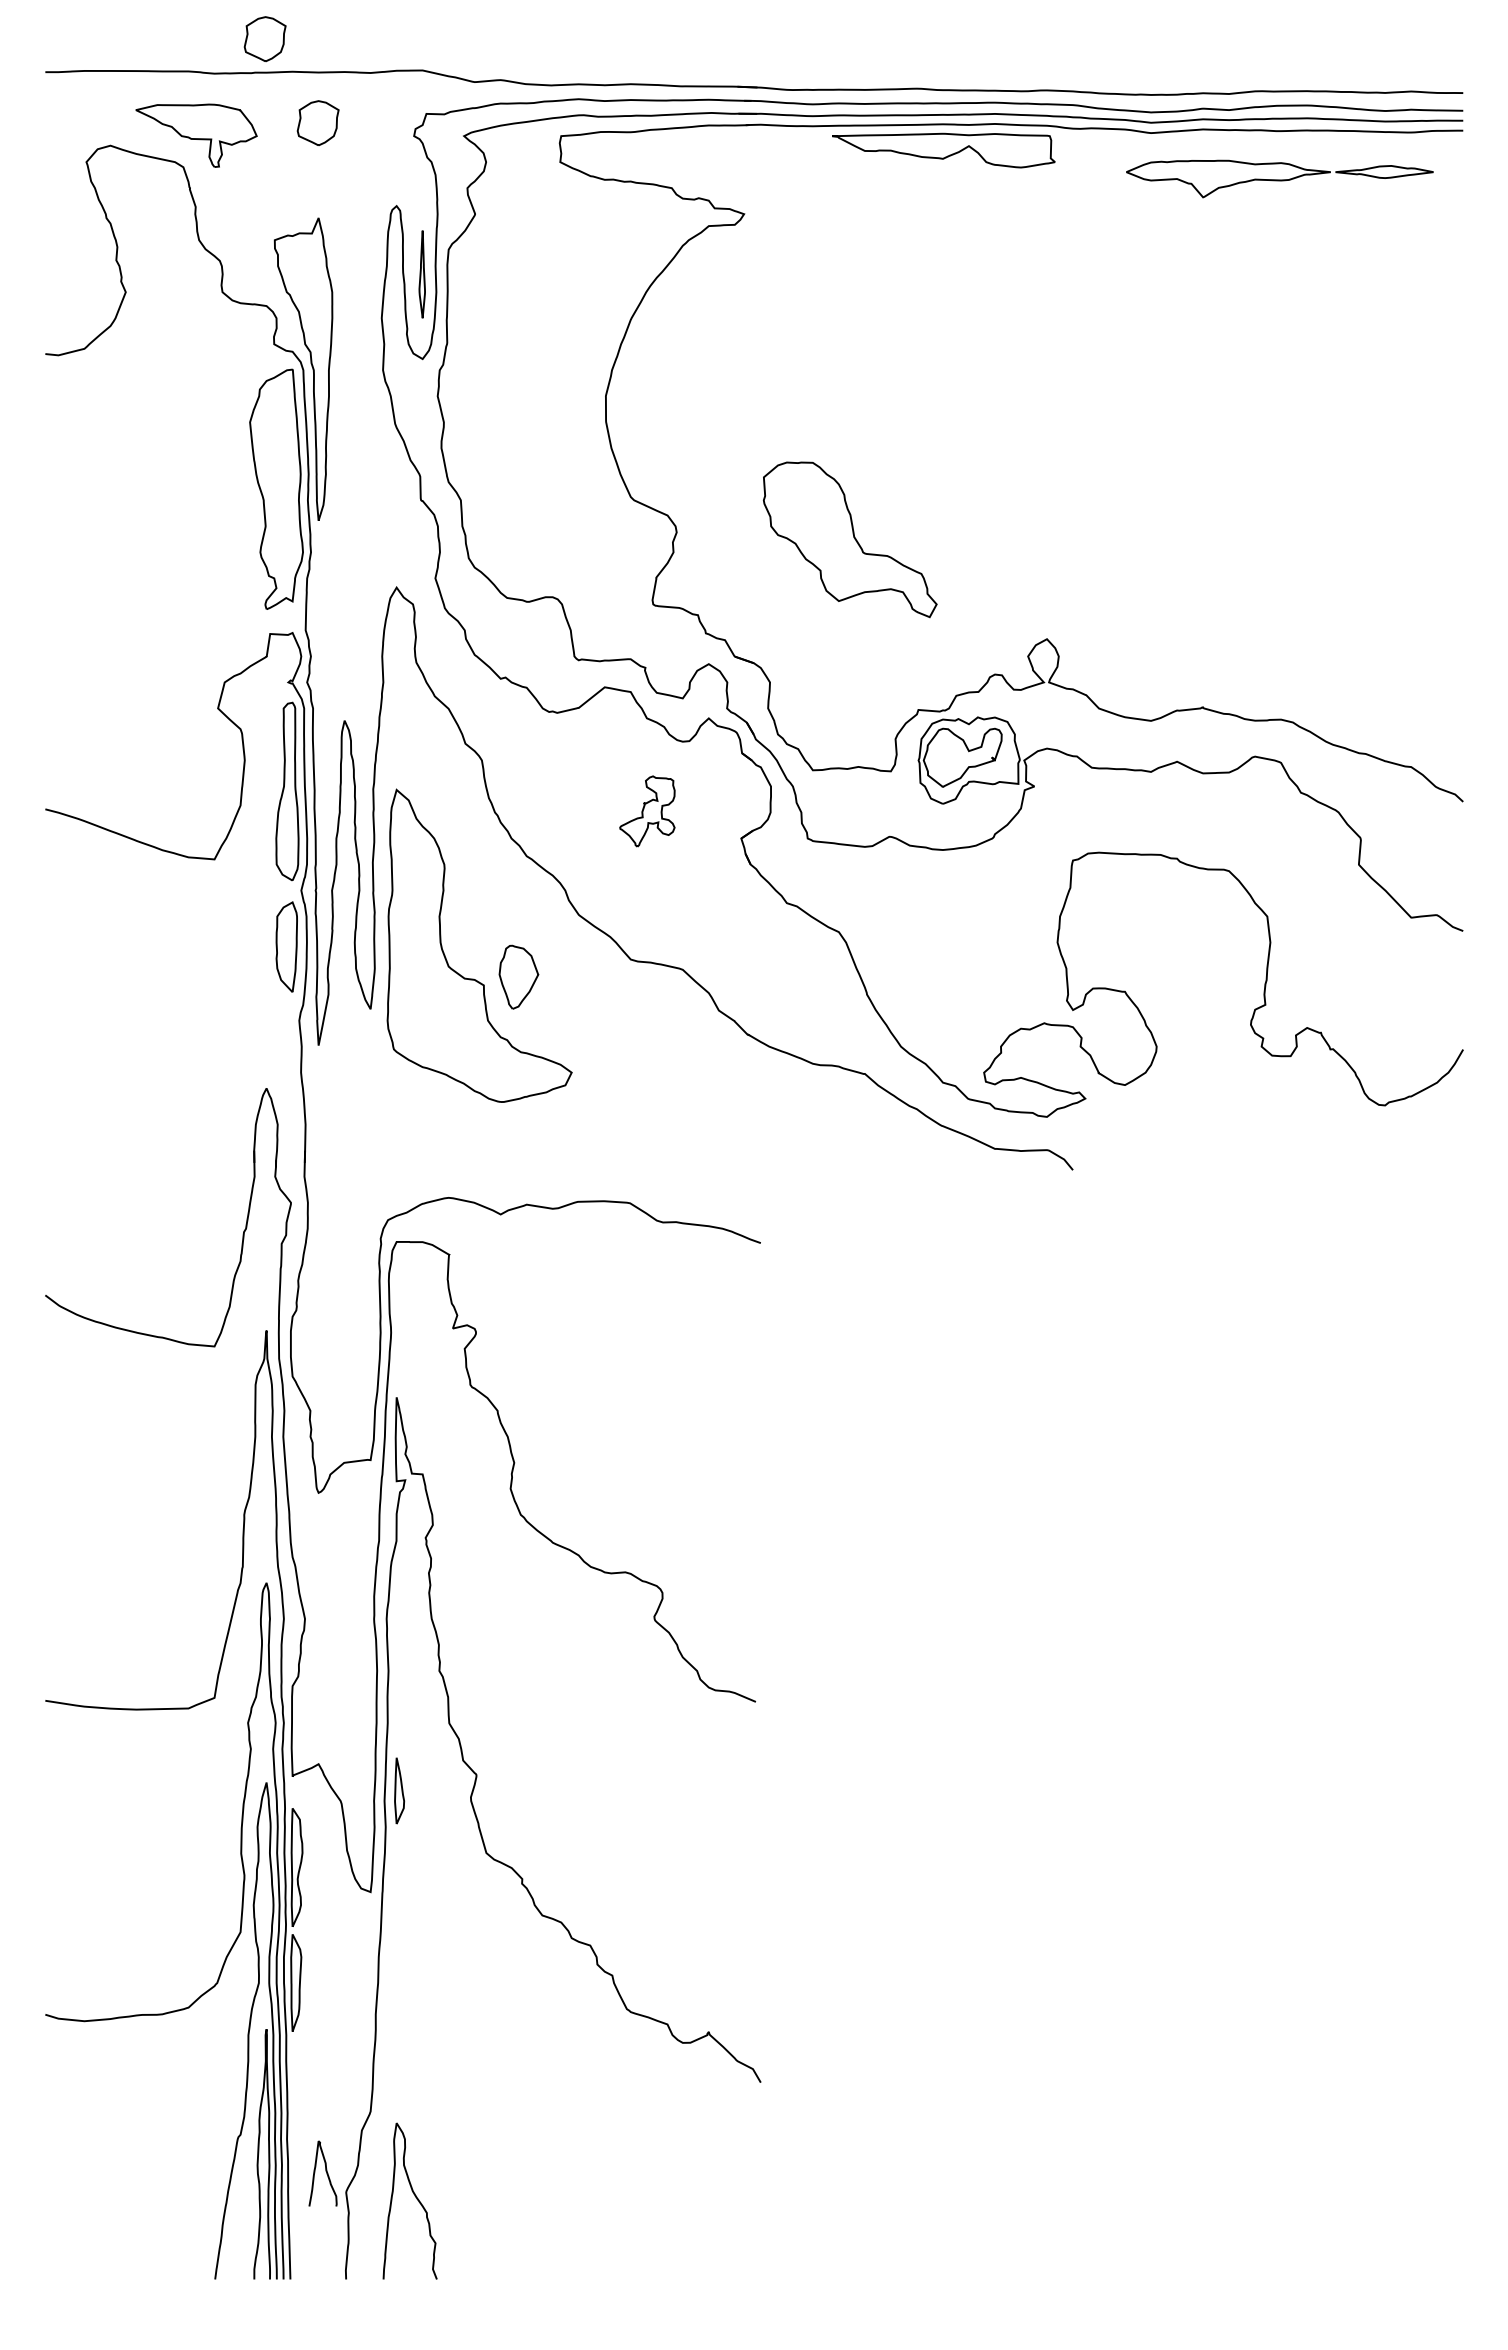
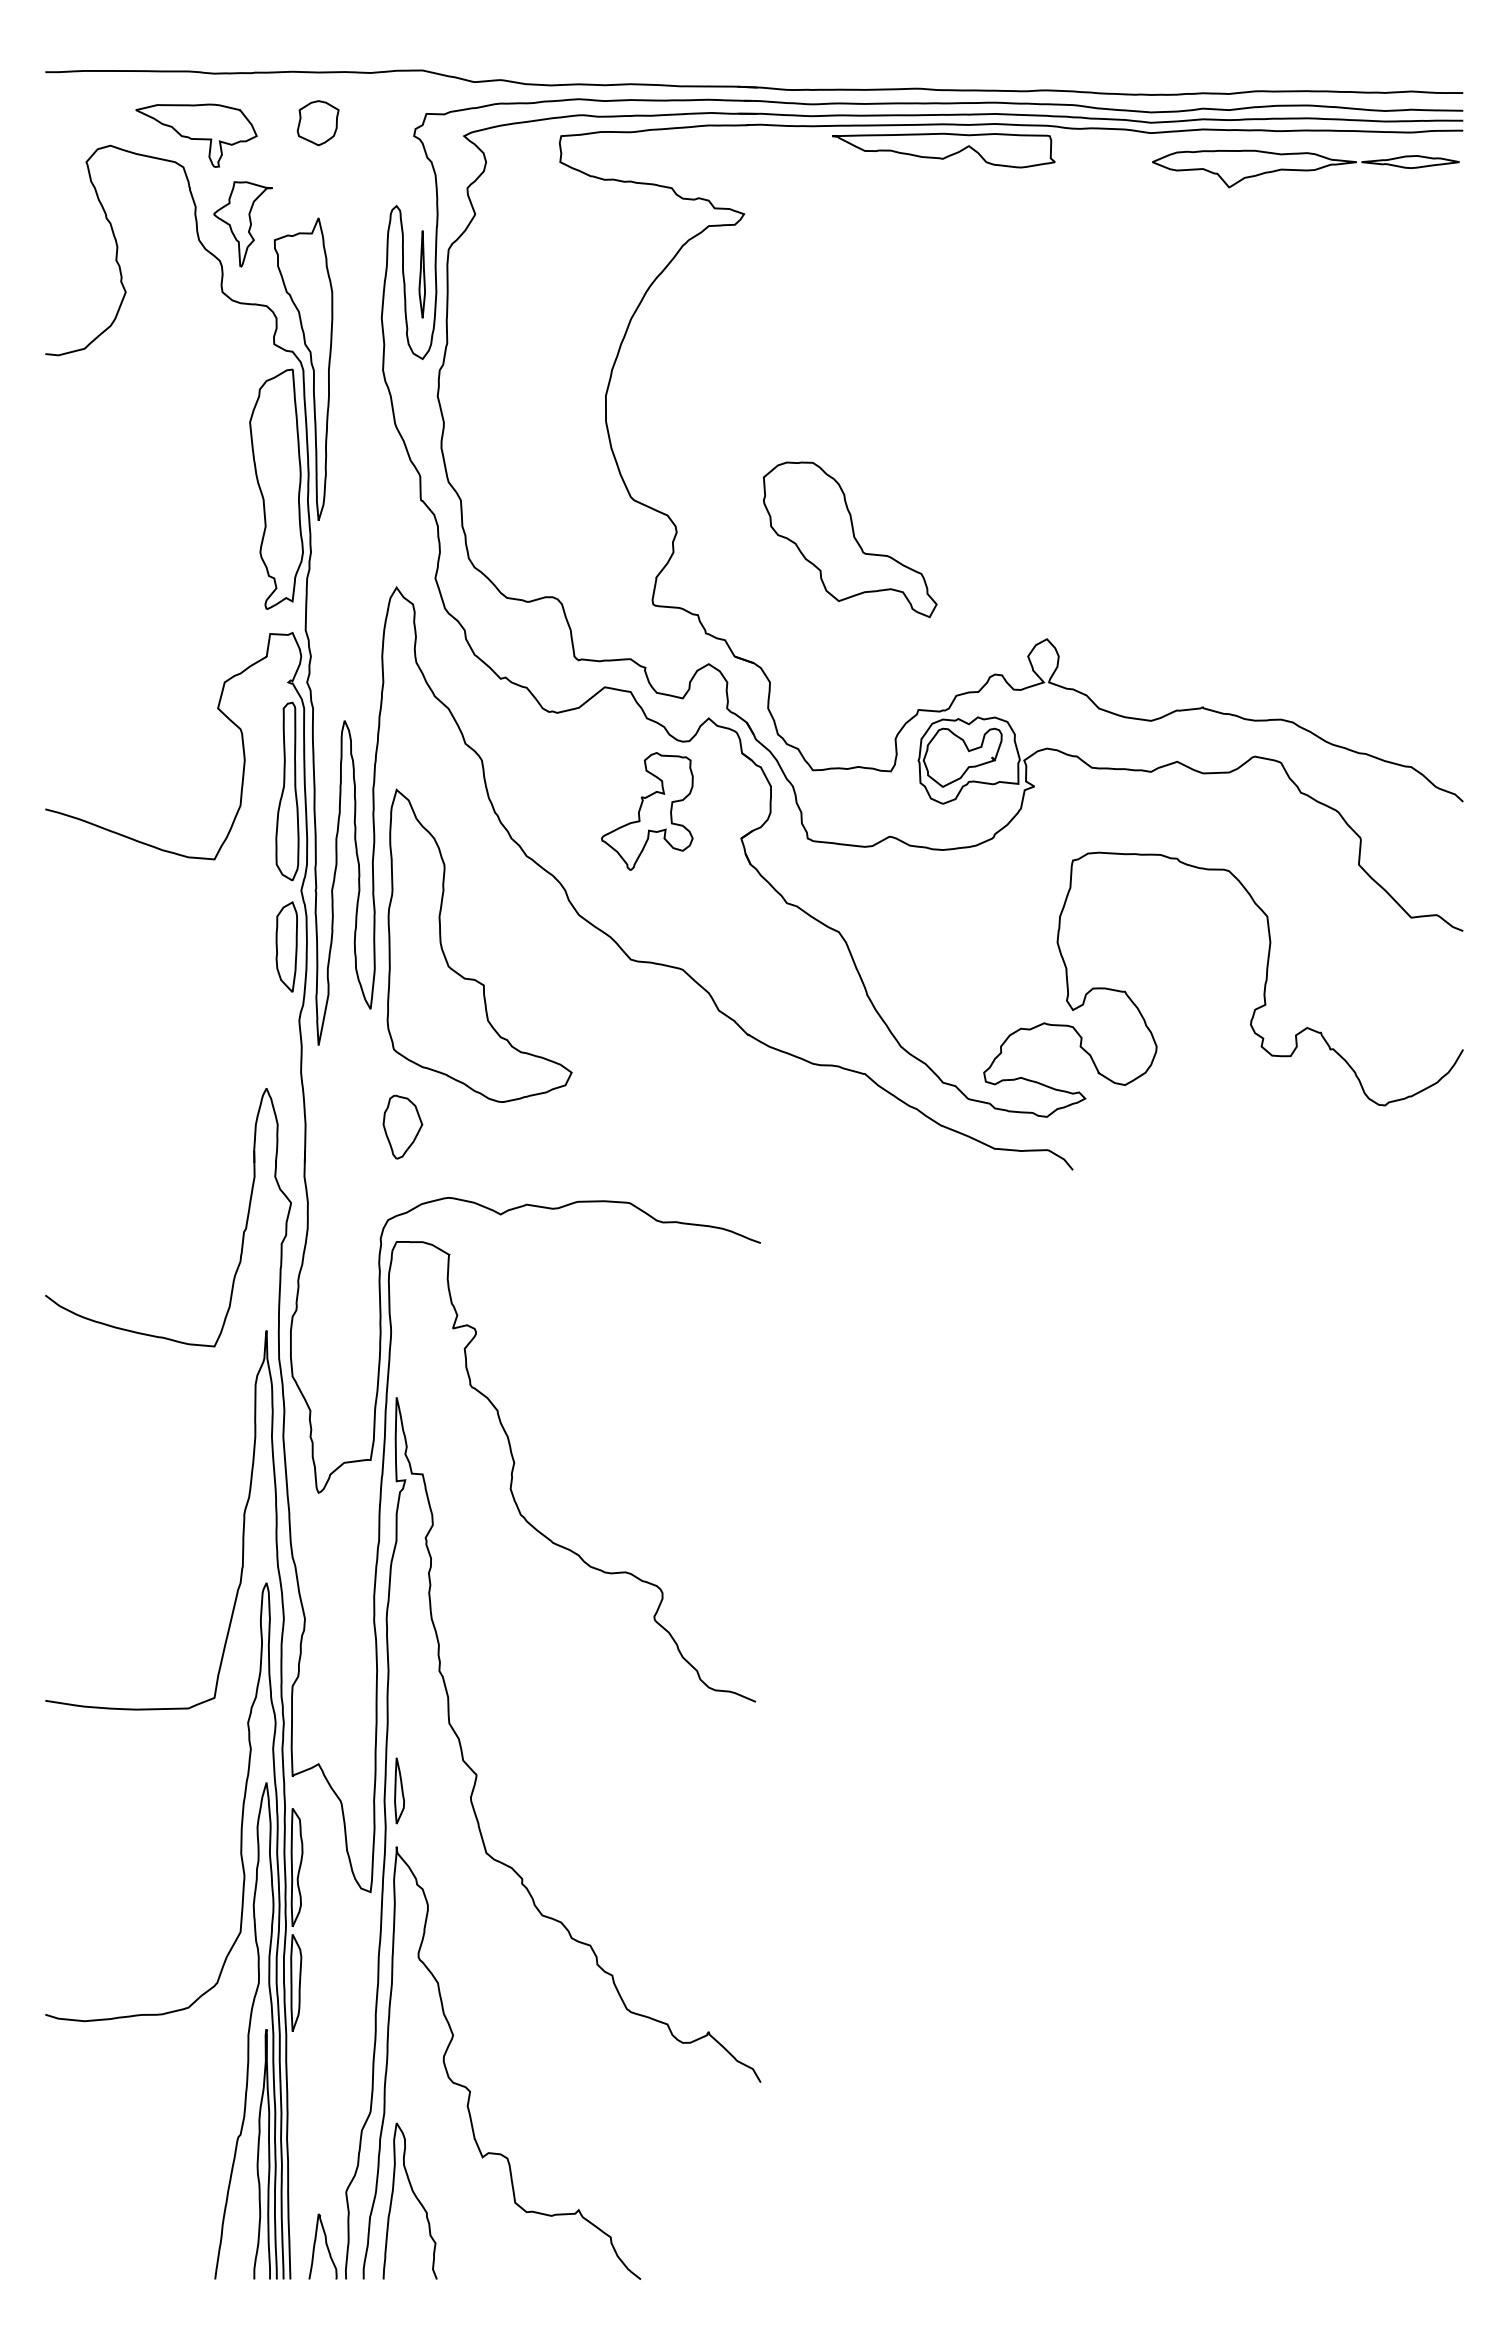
part at (264, 39): present -> none
part at (1279, 178) position: (1279, 178) -> (1305, 168)
part at (242, 224): none -> present
part at (647, 811) size: 57x73 px -> 93x119 px
part at (518, 976) position: (518, 976) -> (402, 1126)
curve at (470, 2090): none -> present
curve at (325, 2171) position: (325, 2171) -> (325, 2244)
